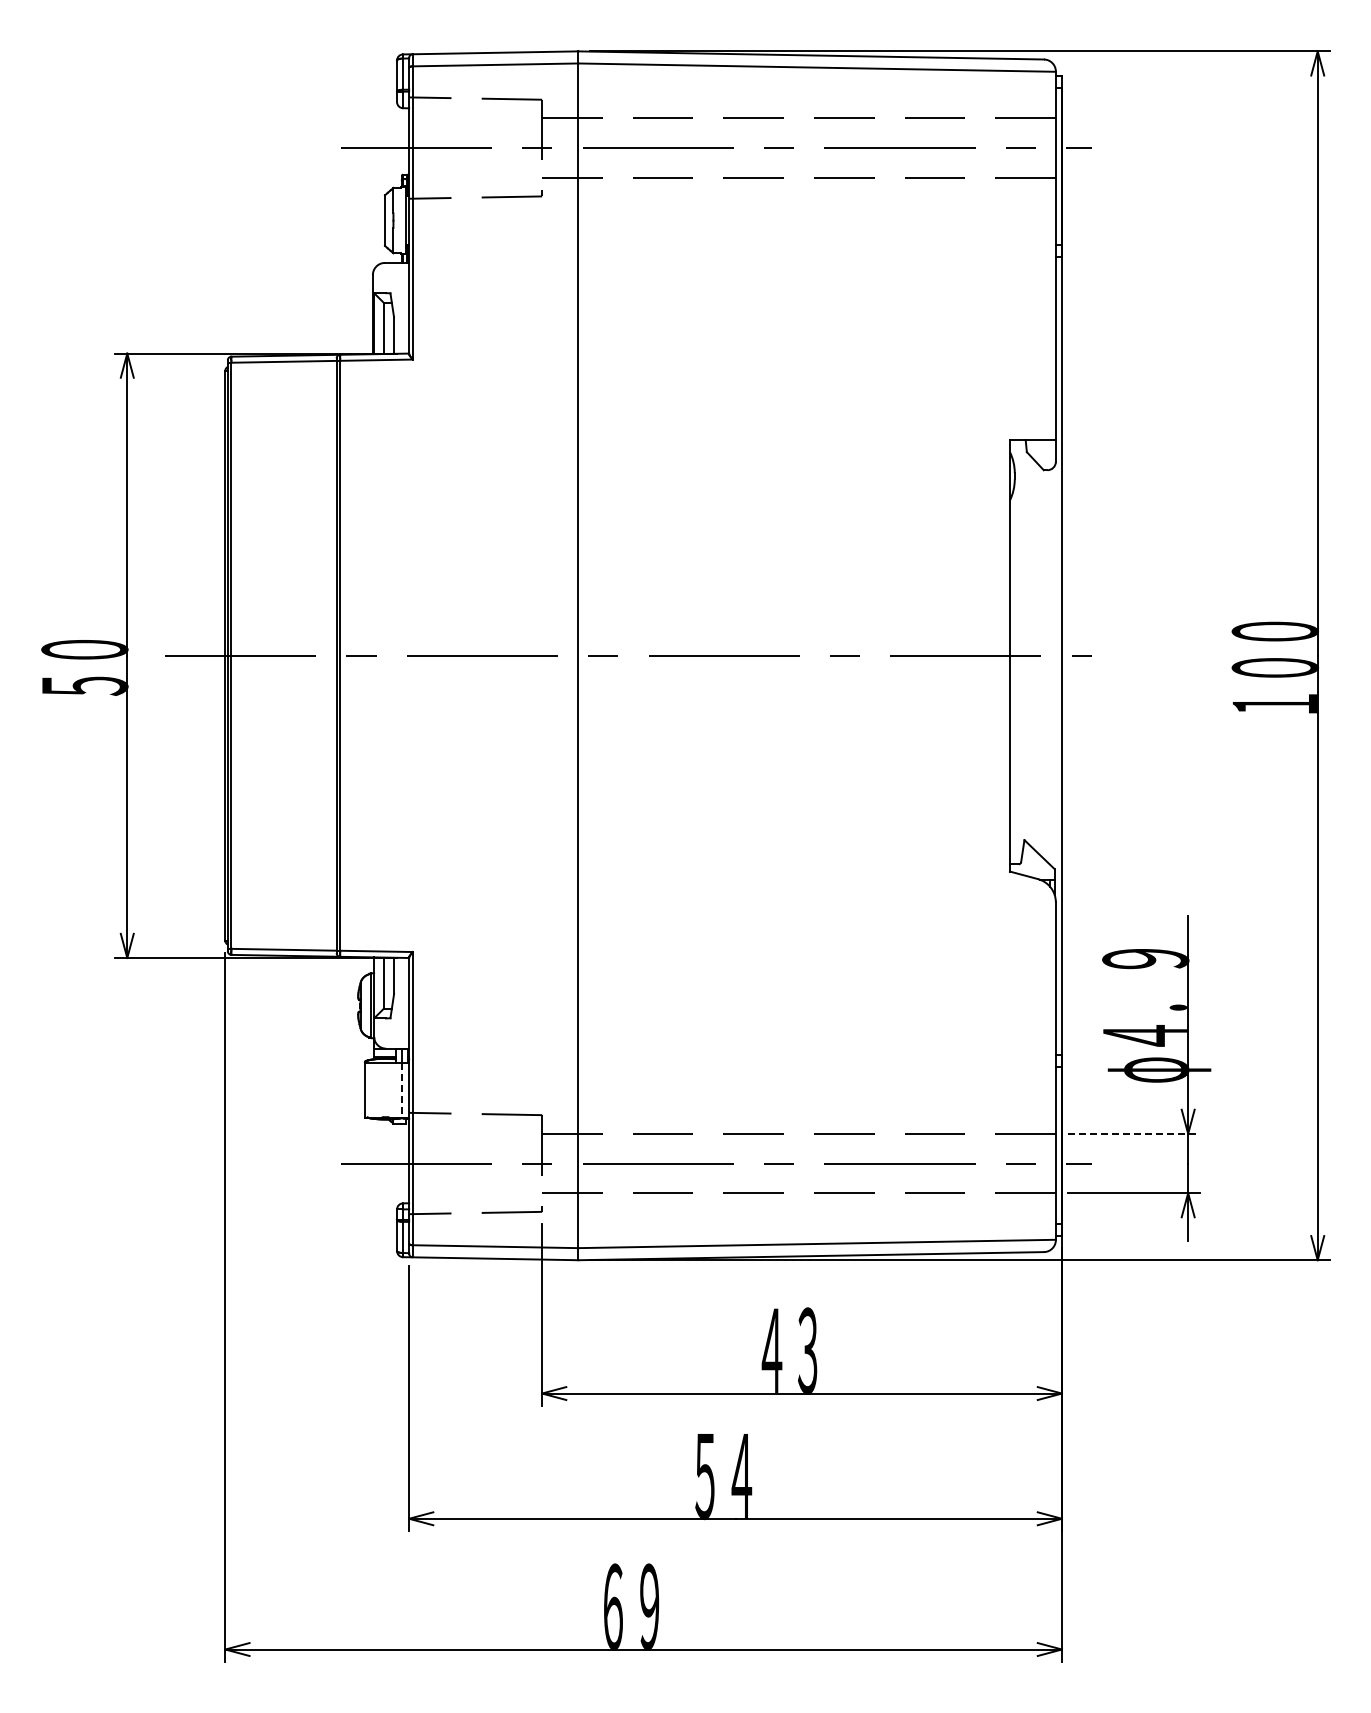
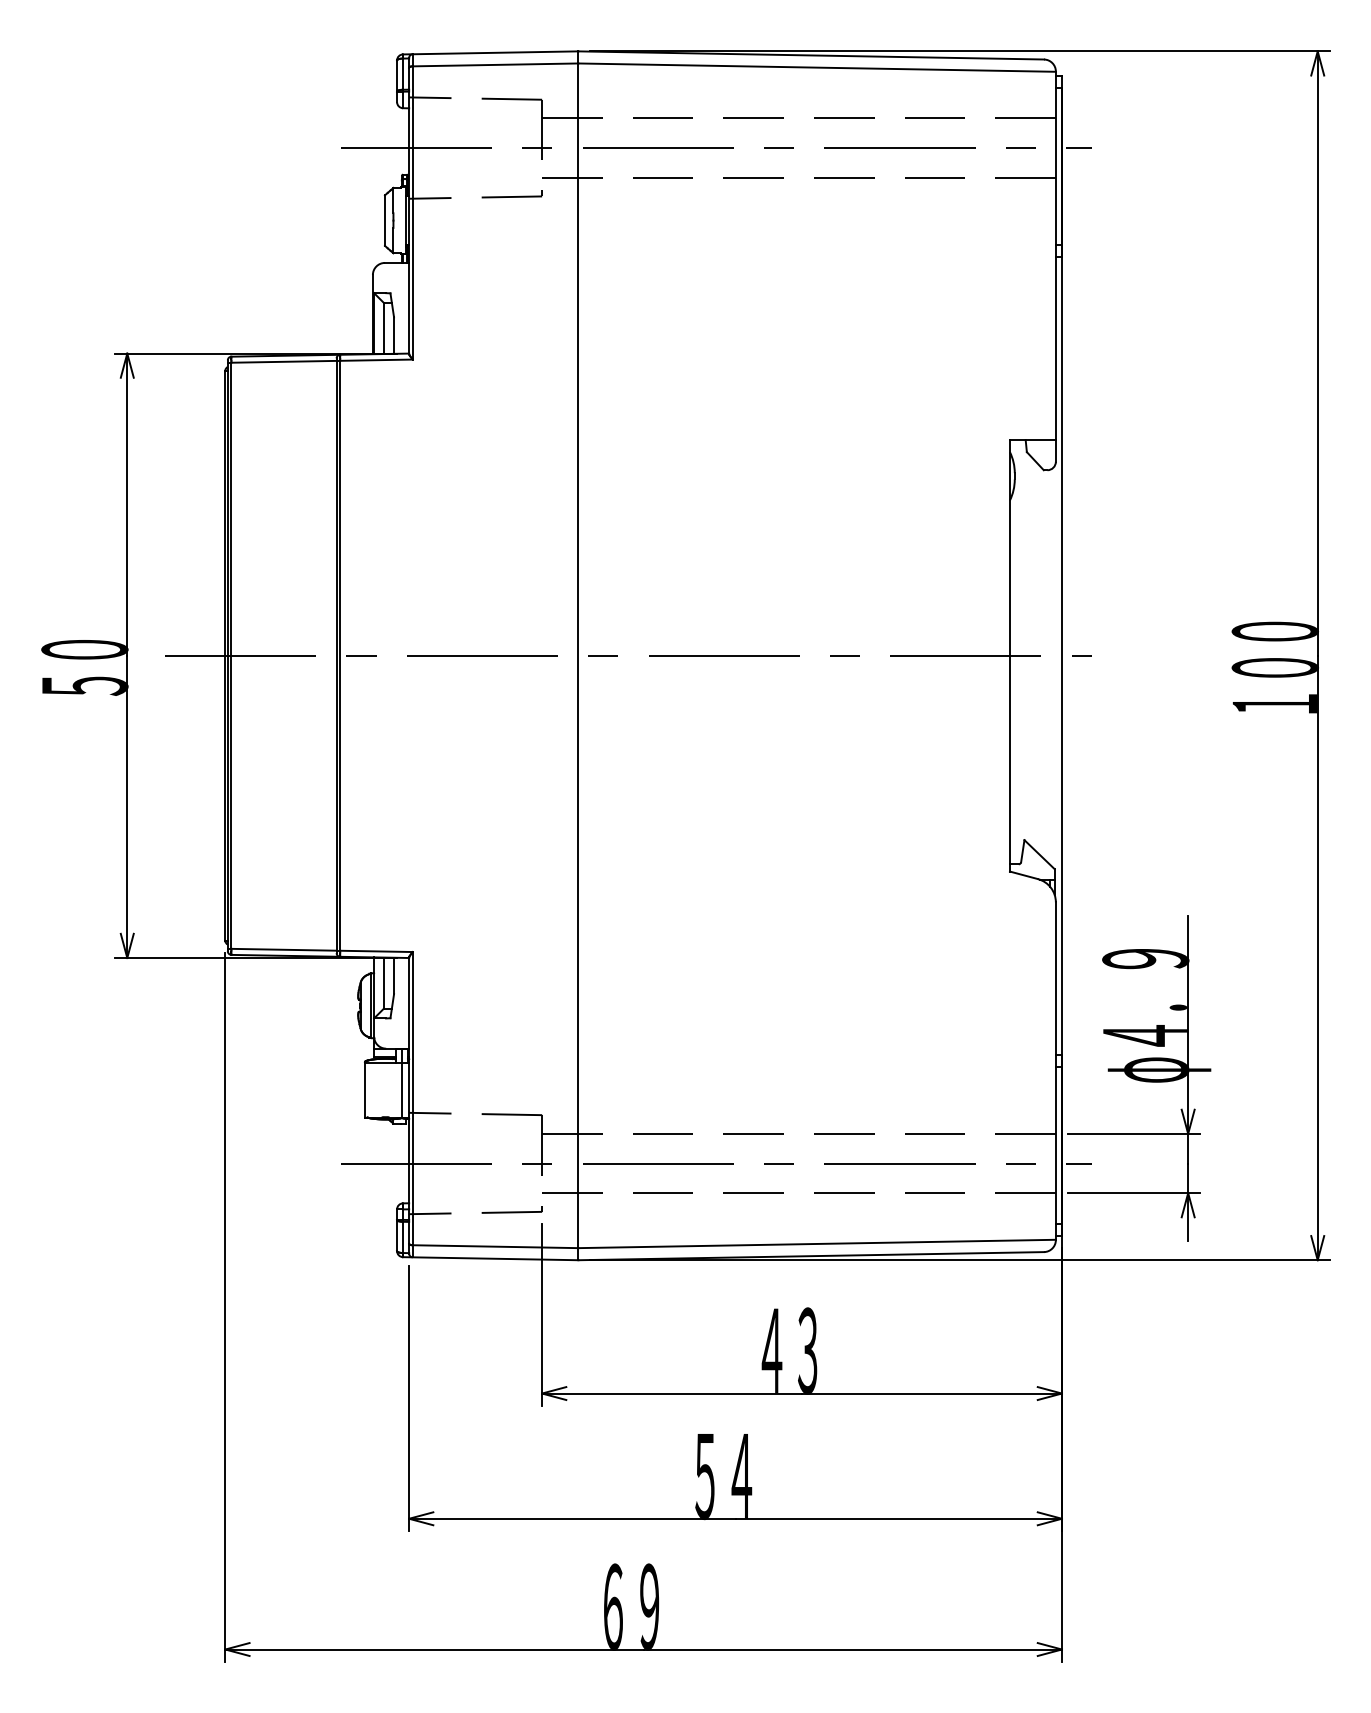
line at (401, 1091): dashed -> solid
line at (1134, 1133): dashed -> solid
